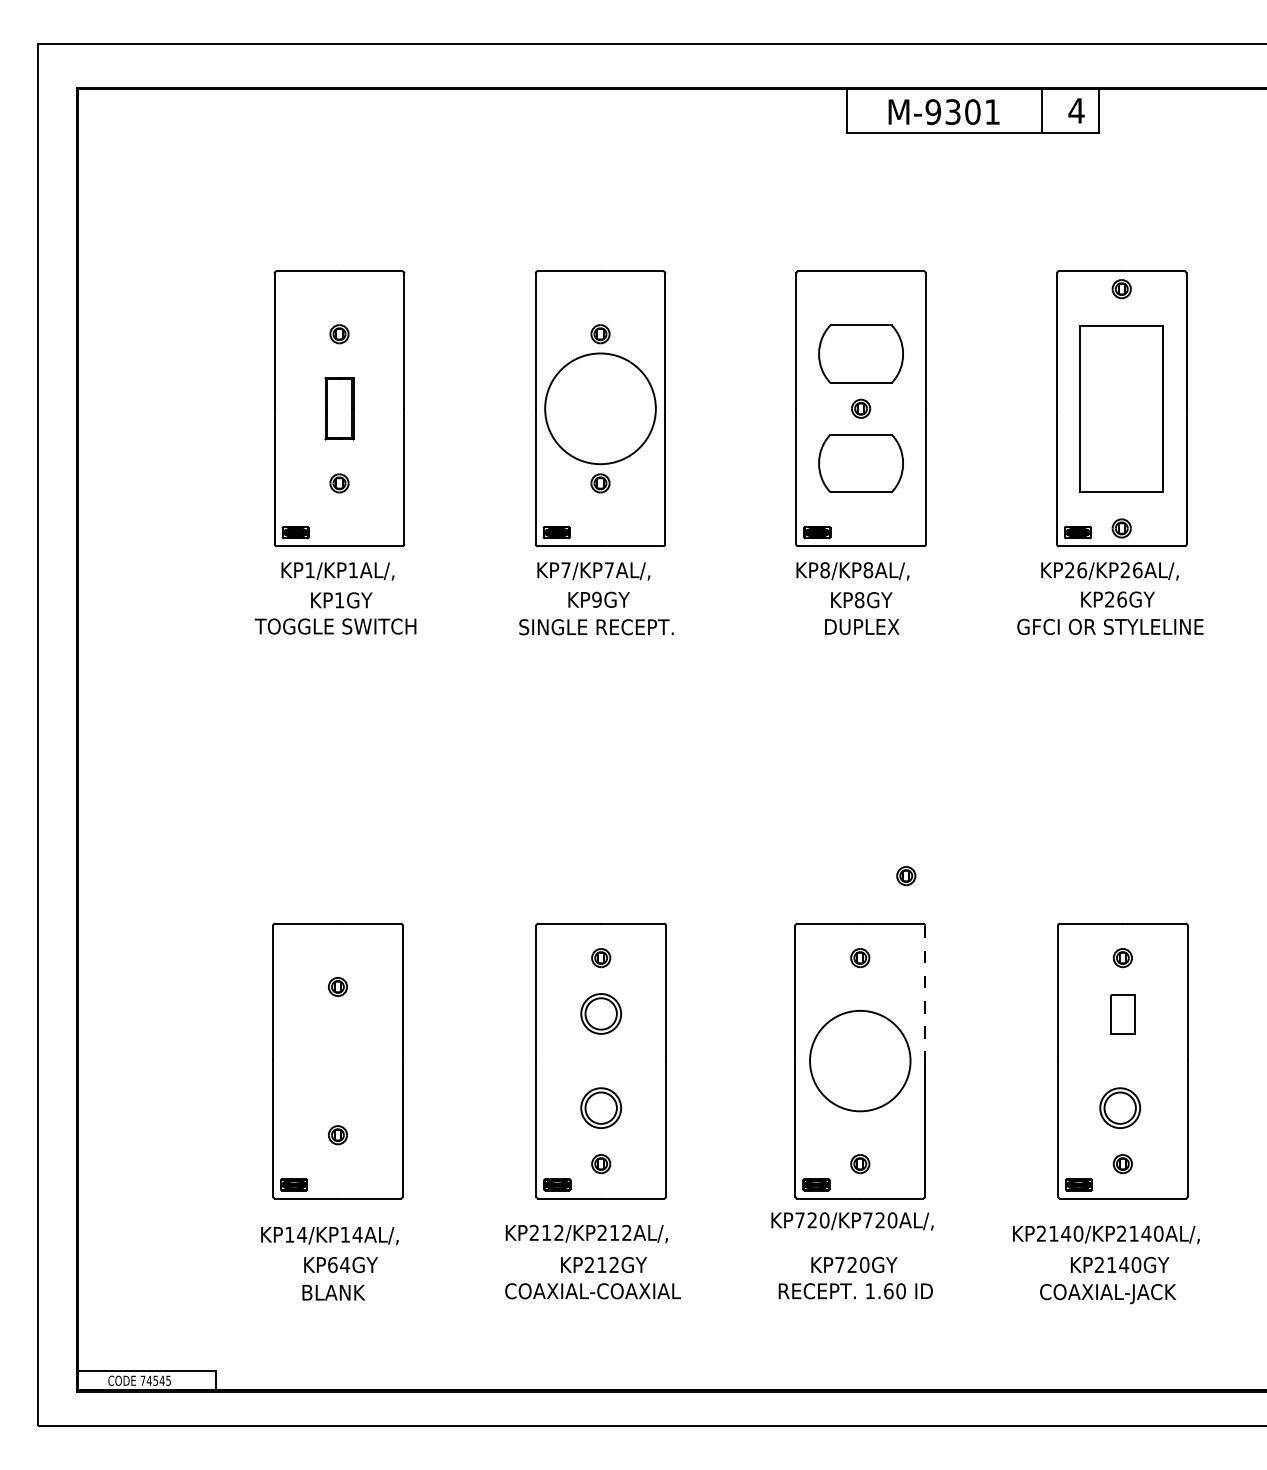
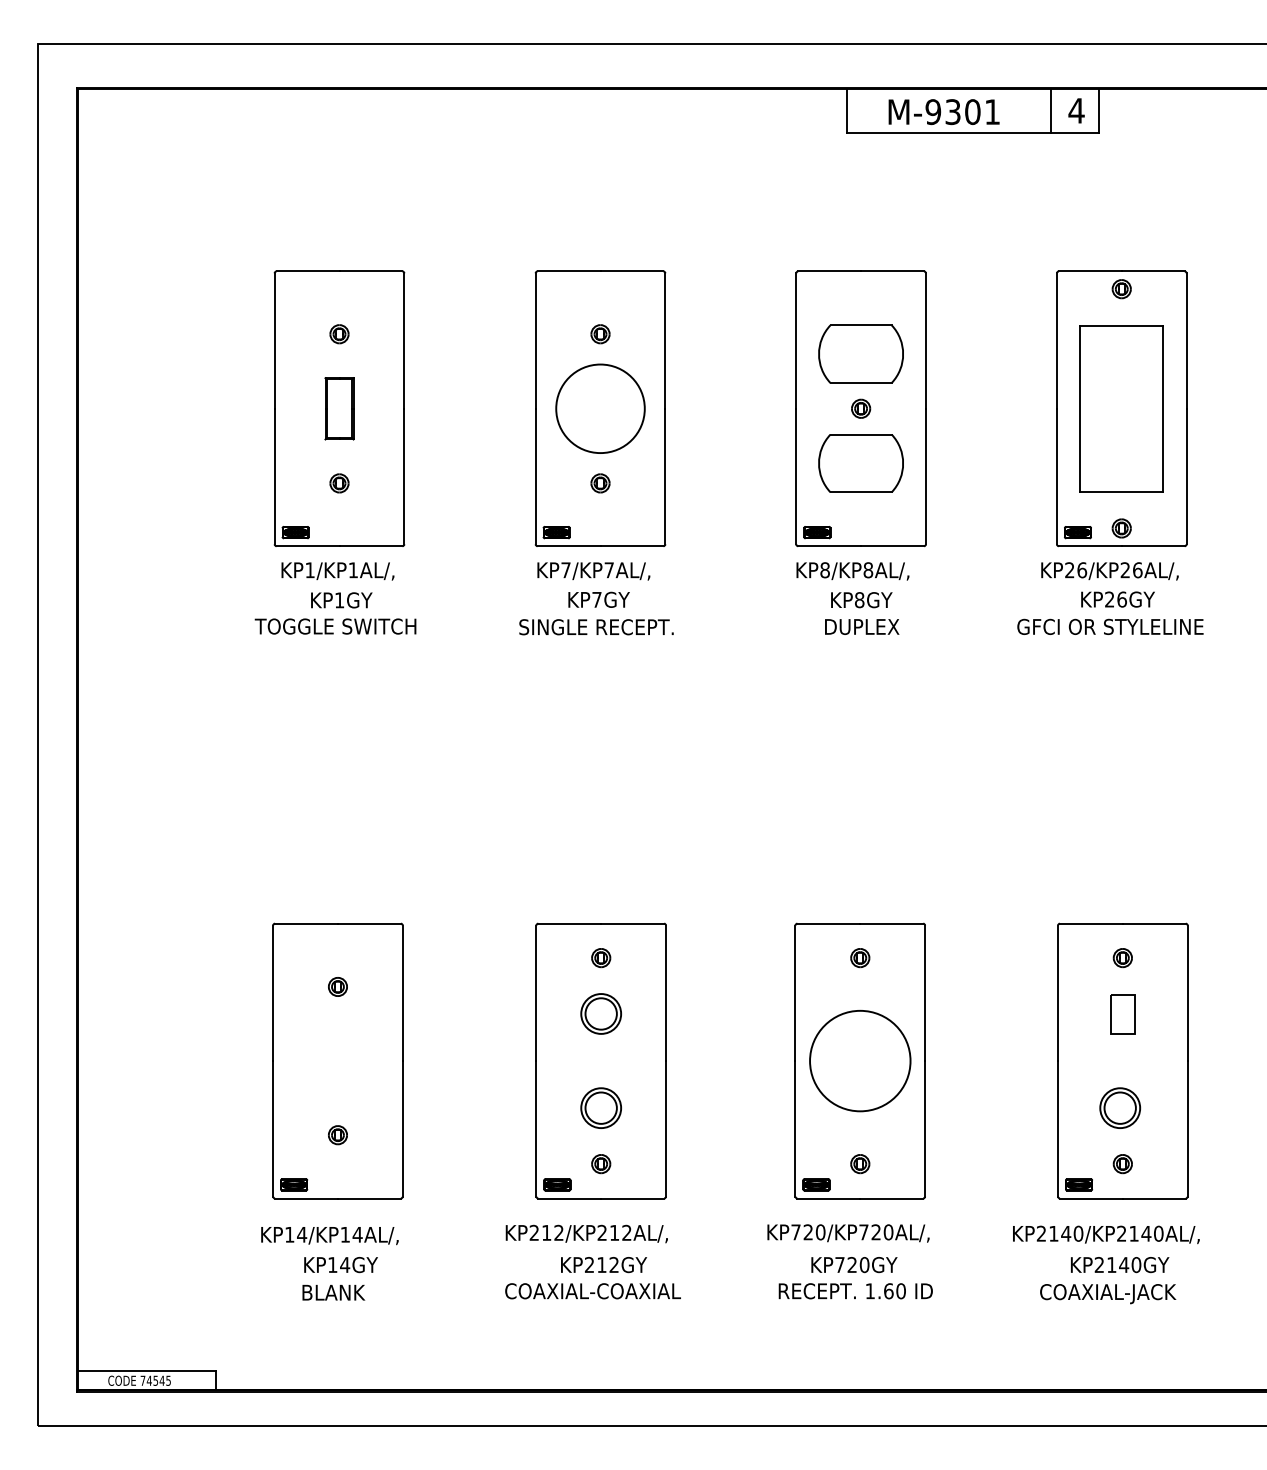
line at (1042, 111) position: (1042, 111) -> (1051, 111)
circle at (600, 408) diameter: 111 px -> 89 px
text at (596, 599): KP9GY -> KP7GY
part at (906, 876): present -> none
line at (925, 993): dashed -> solid
text at (852, 1221) position: (852, 1221) -> (848, 1233)
text at (332, 1265): KP64GY -> KP14GY
